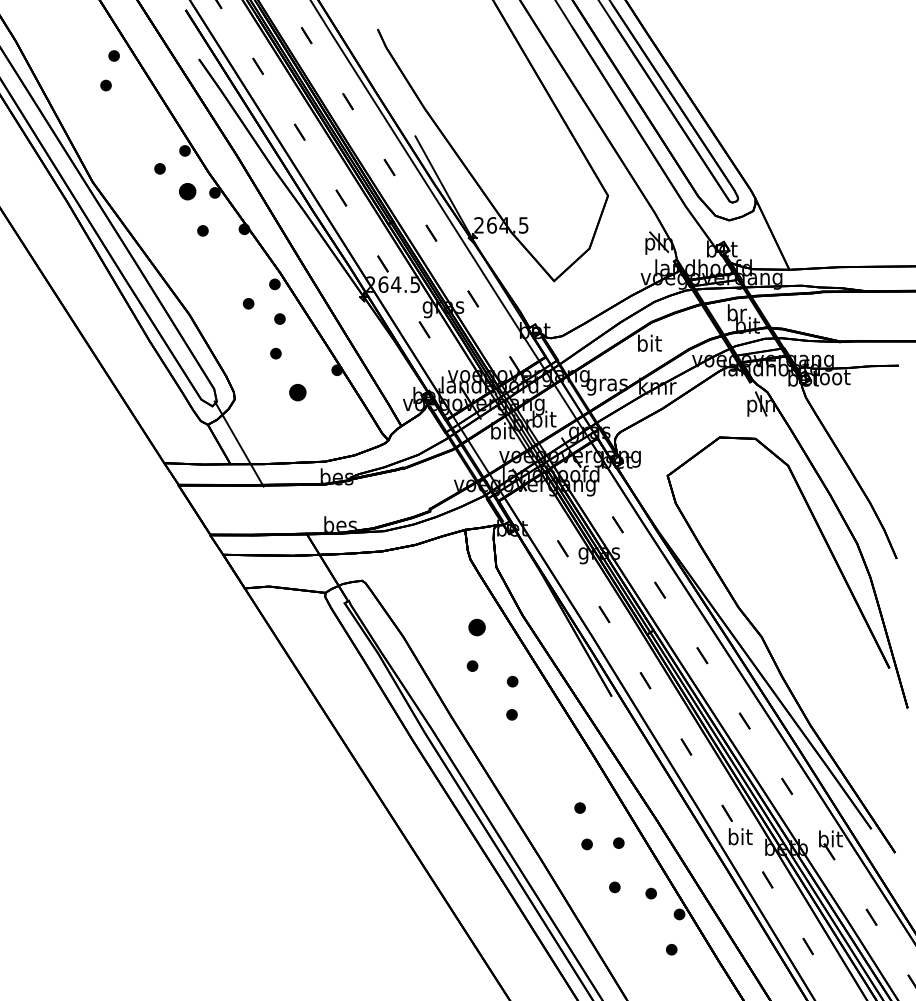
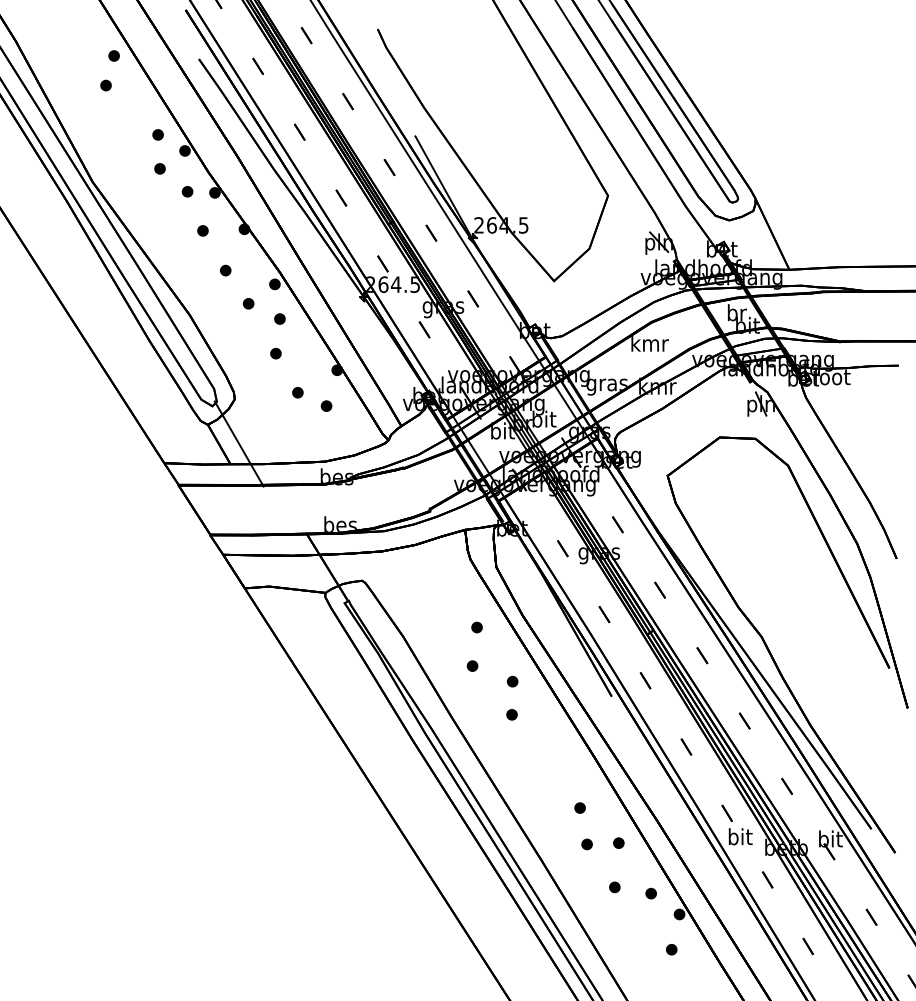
part at (157, 134): none -> present
part at (187, 191) size: 18x18 px -> 13x12 px
part at (225, 270): none -> present
text at (649, 342): bit -> kmr
part at (297, 392) size: 18x18 px -> 12x12 px
part at (326, 405): none -> present
part at (476, 627) size: 18x19 px -> 12x13 px
